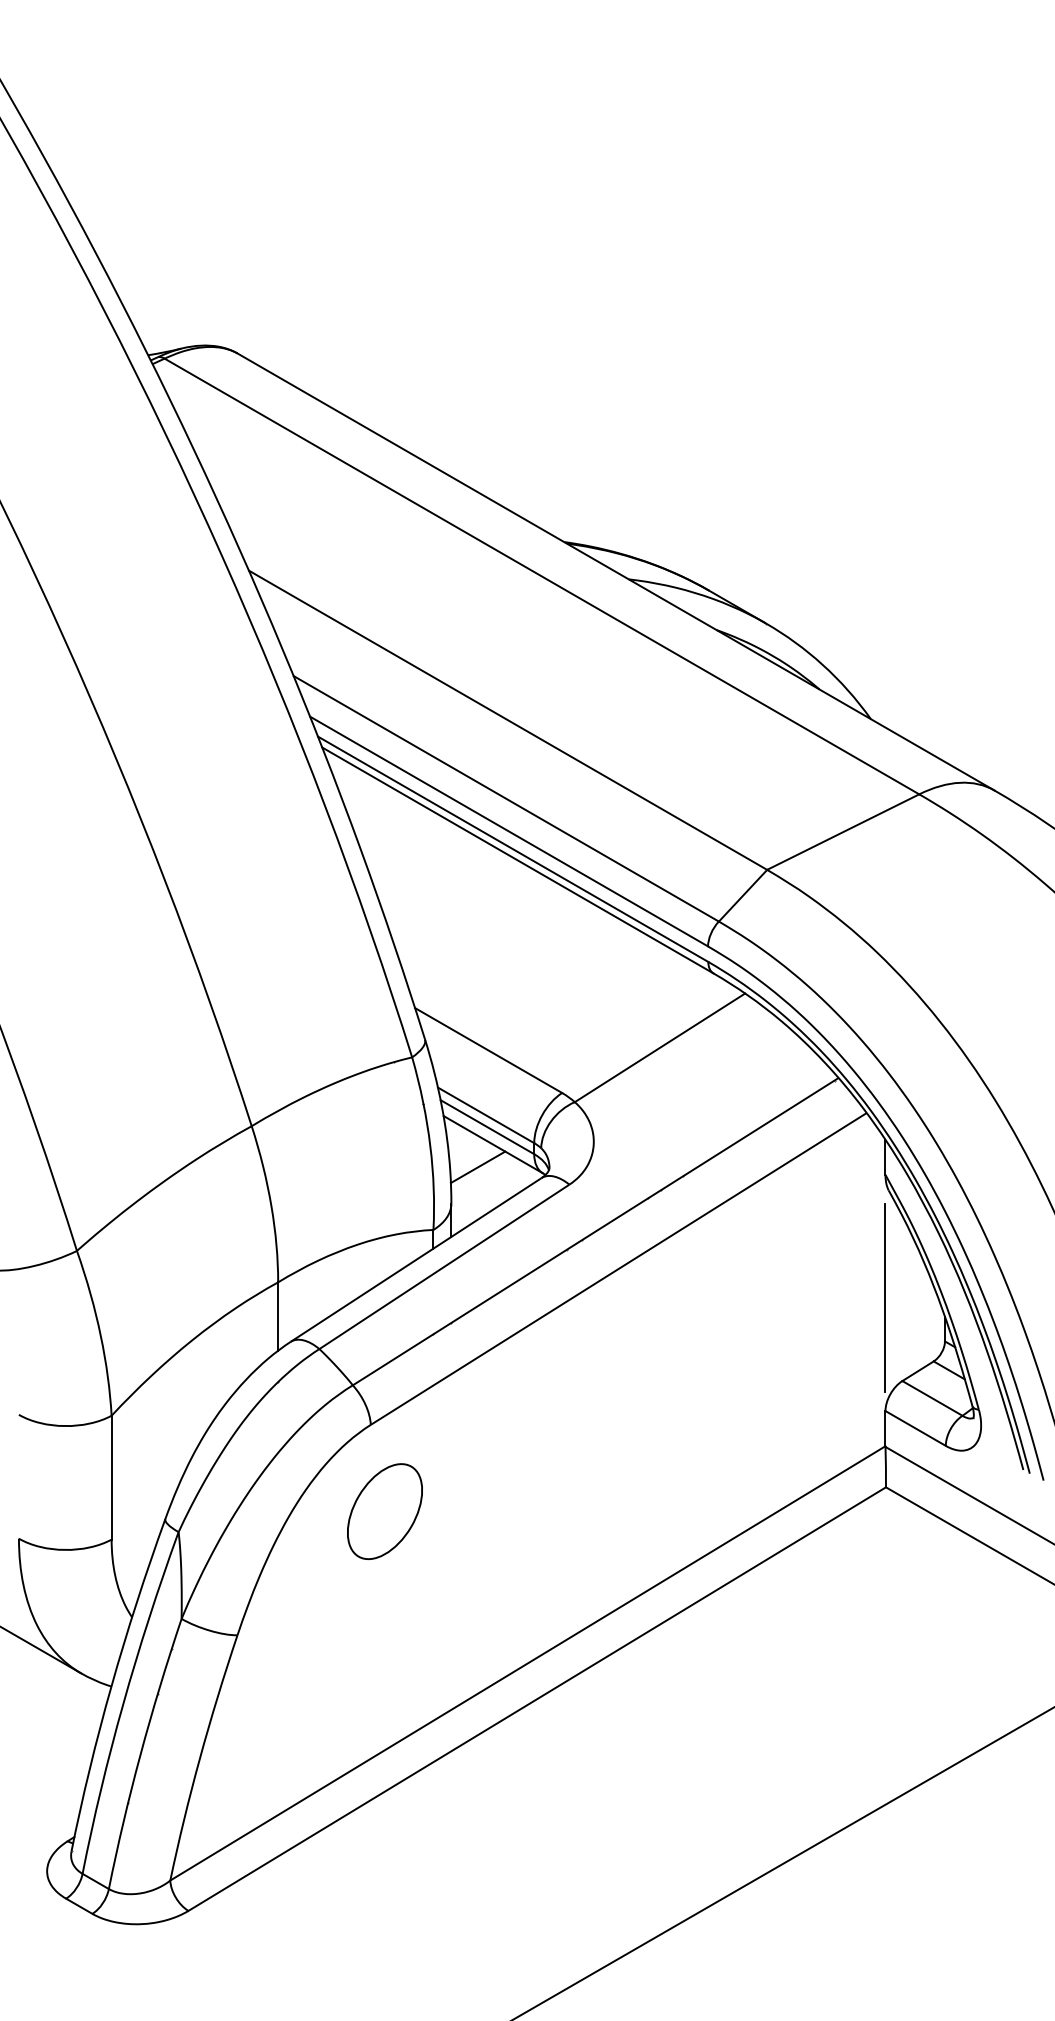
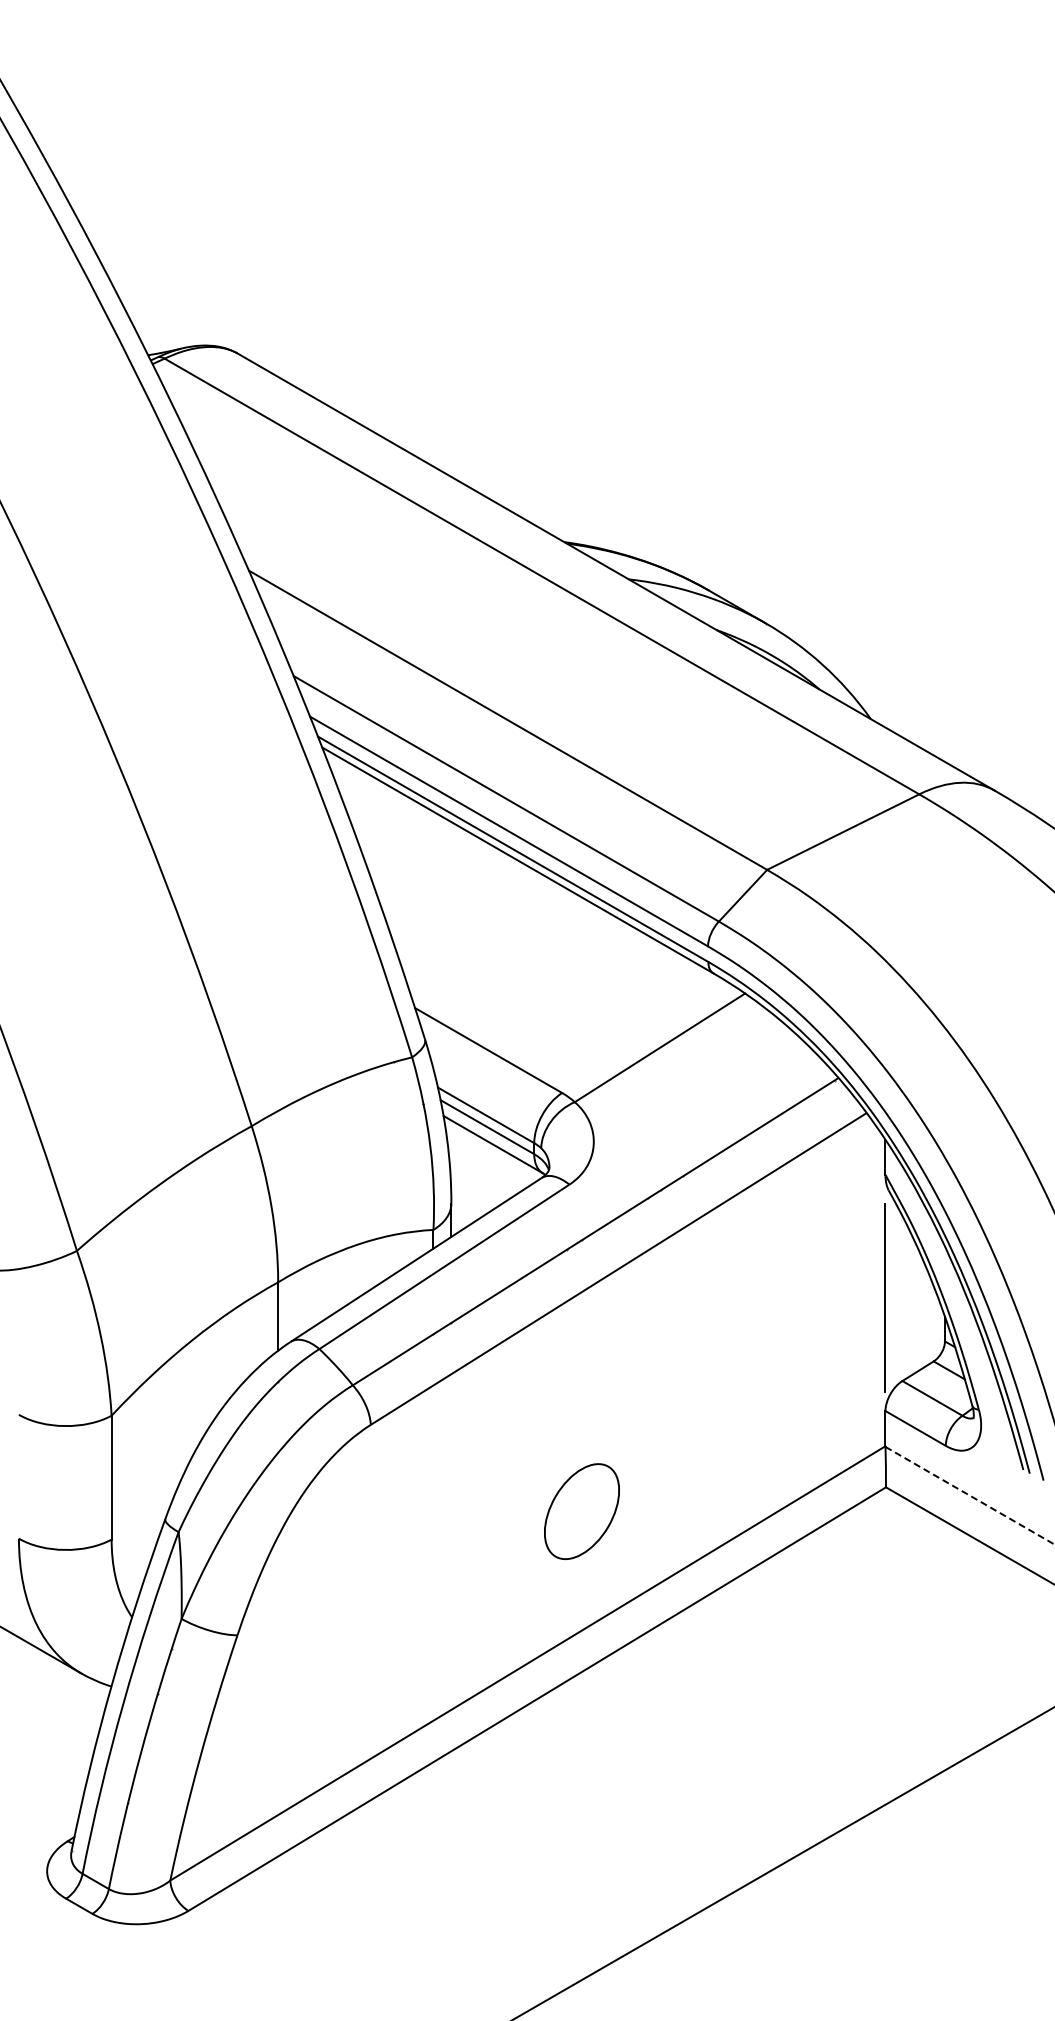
line at (477, 1166): present -> none
line at (970, 1495): solid -> dashed
part at (384, 1511) position: (384, 1511) -> (581, 1511)
